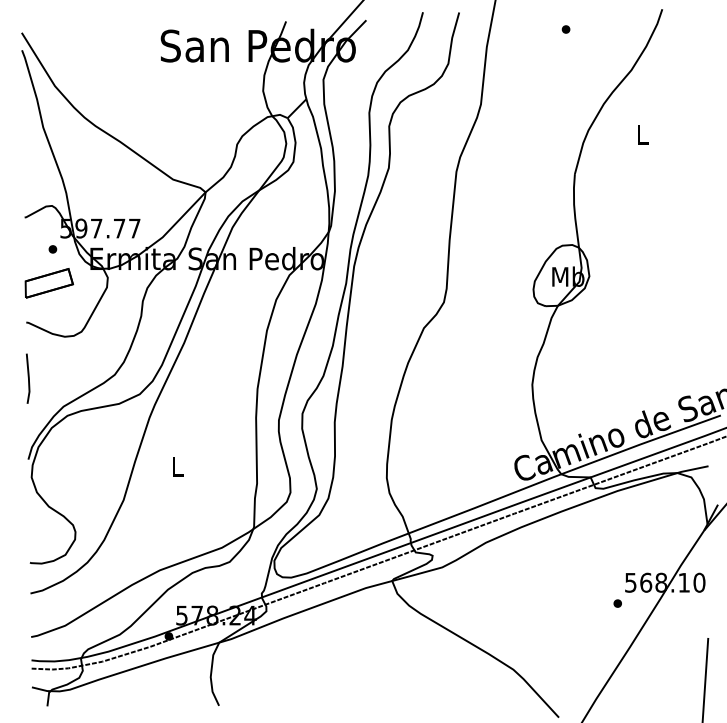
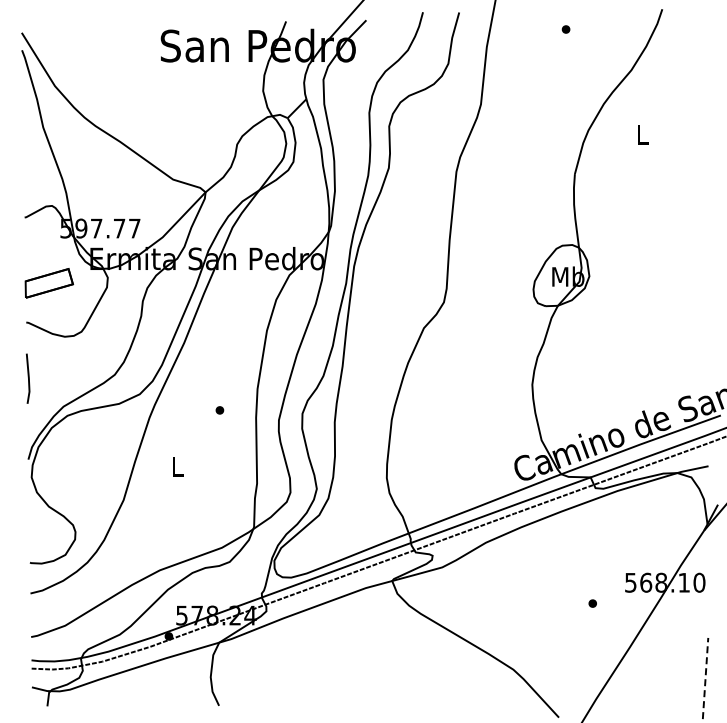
part at (52, 249) position: (52, 249) -> (219, 410)
part at (617, 603) position: (617, 603) -> (592, 603)
line at (705, 679): solid -> dashed
